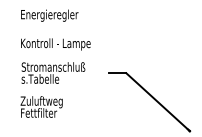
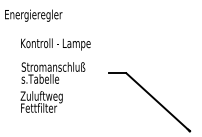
text at (49, 15) position: (49, 15) -> (33, 15)
text at (41, 106) position: (41, 106) -> (41, 101)
